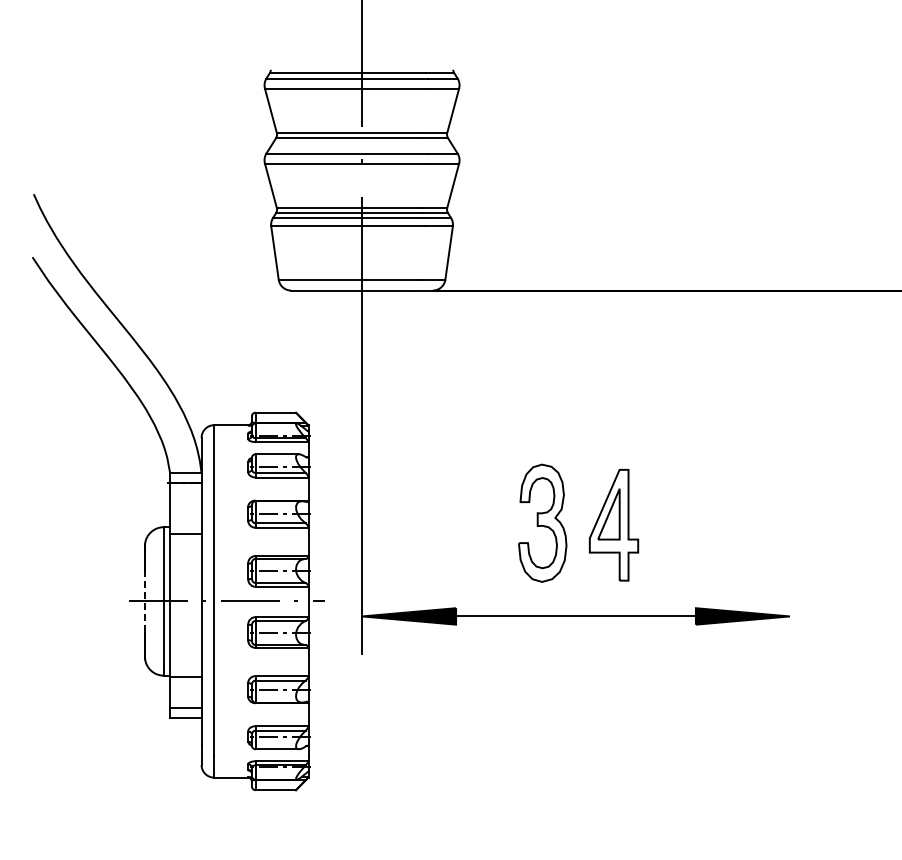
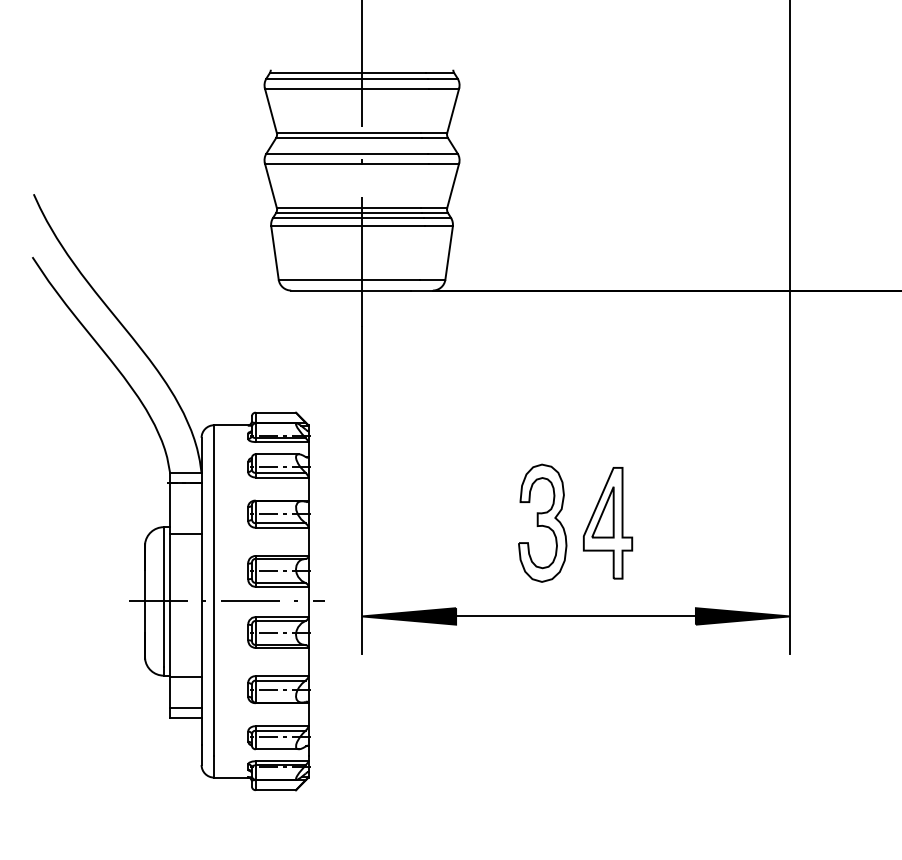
line at (789, 328): none -> present
part at (613, 525) position: (613, 525) -> (607, 523)
line at (144, 602): dashed -> solid
